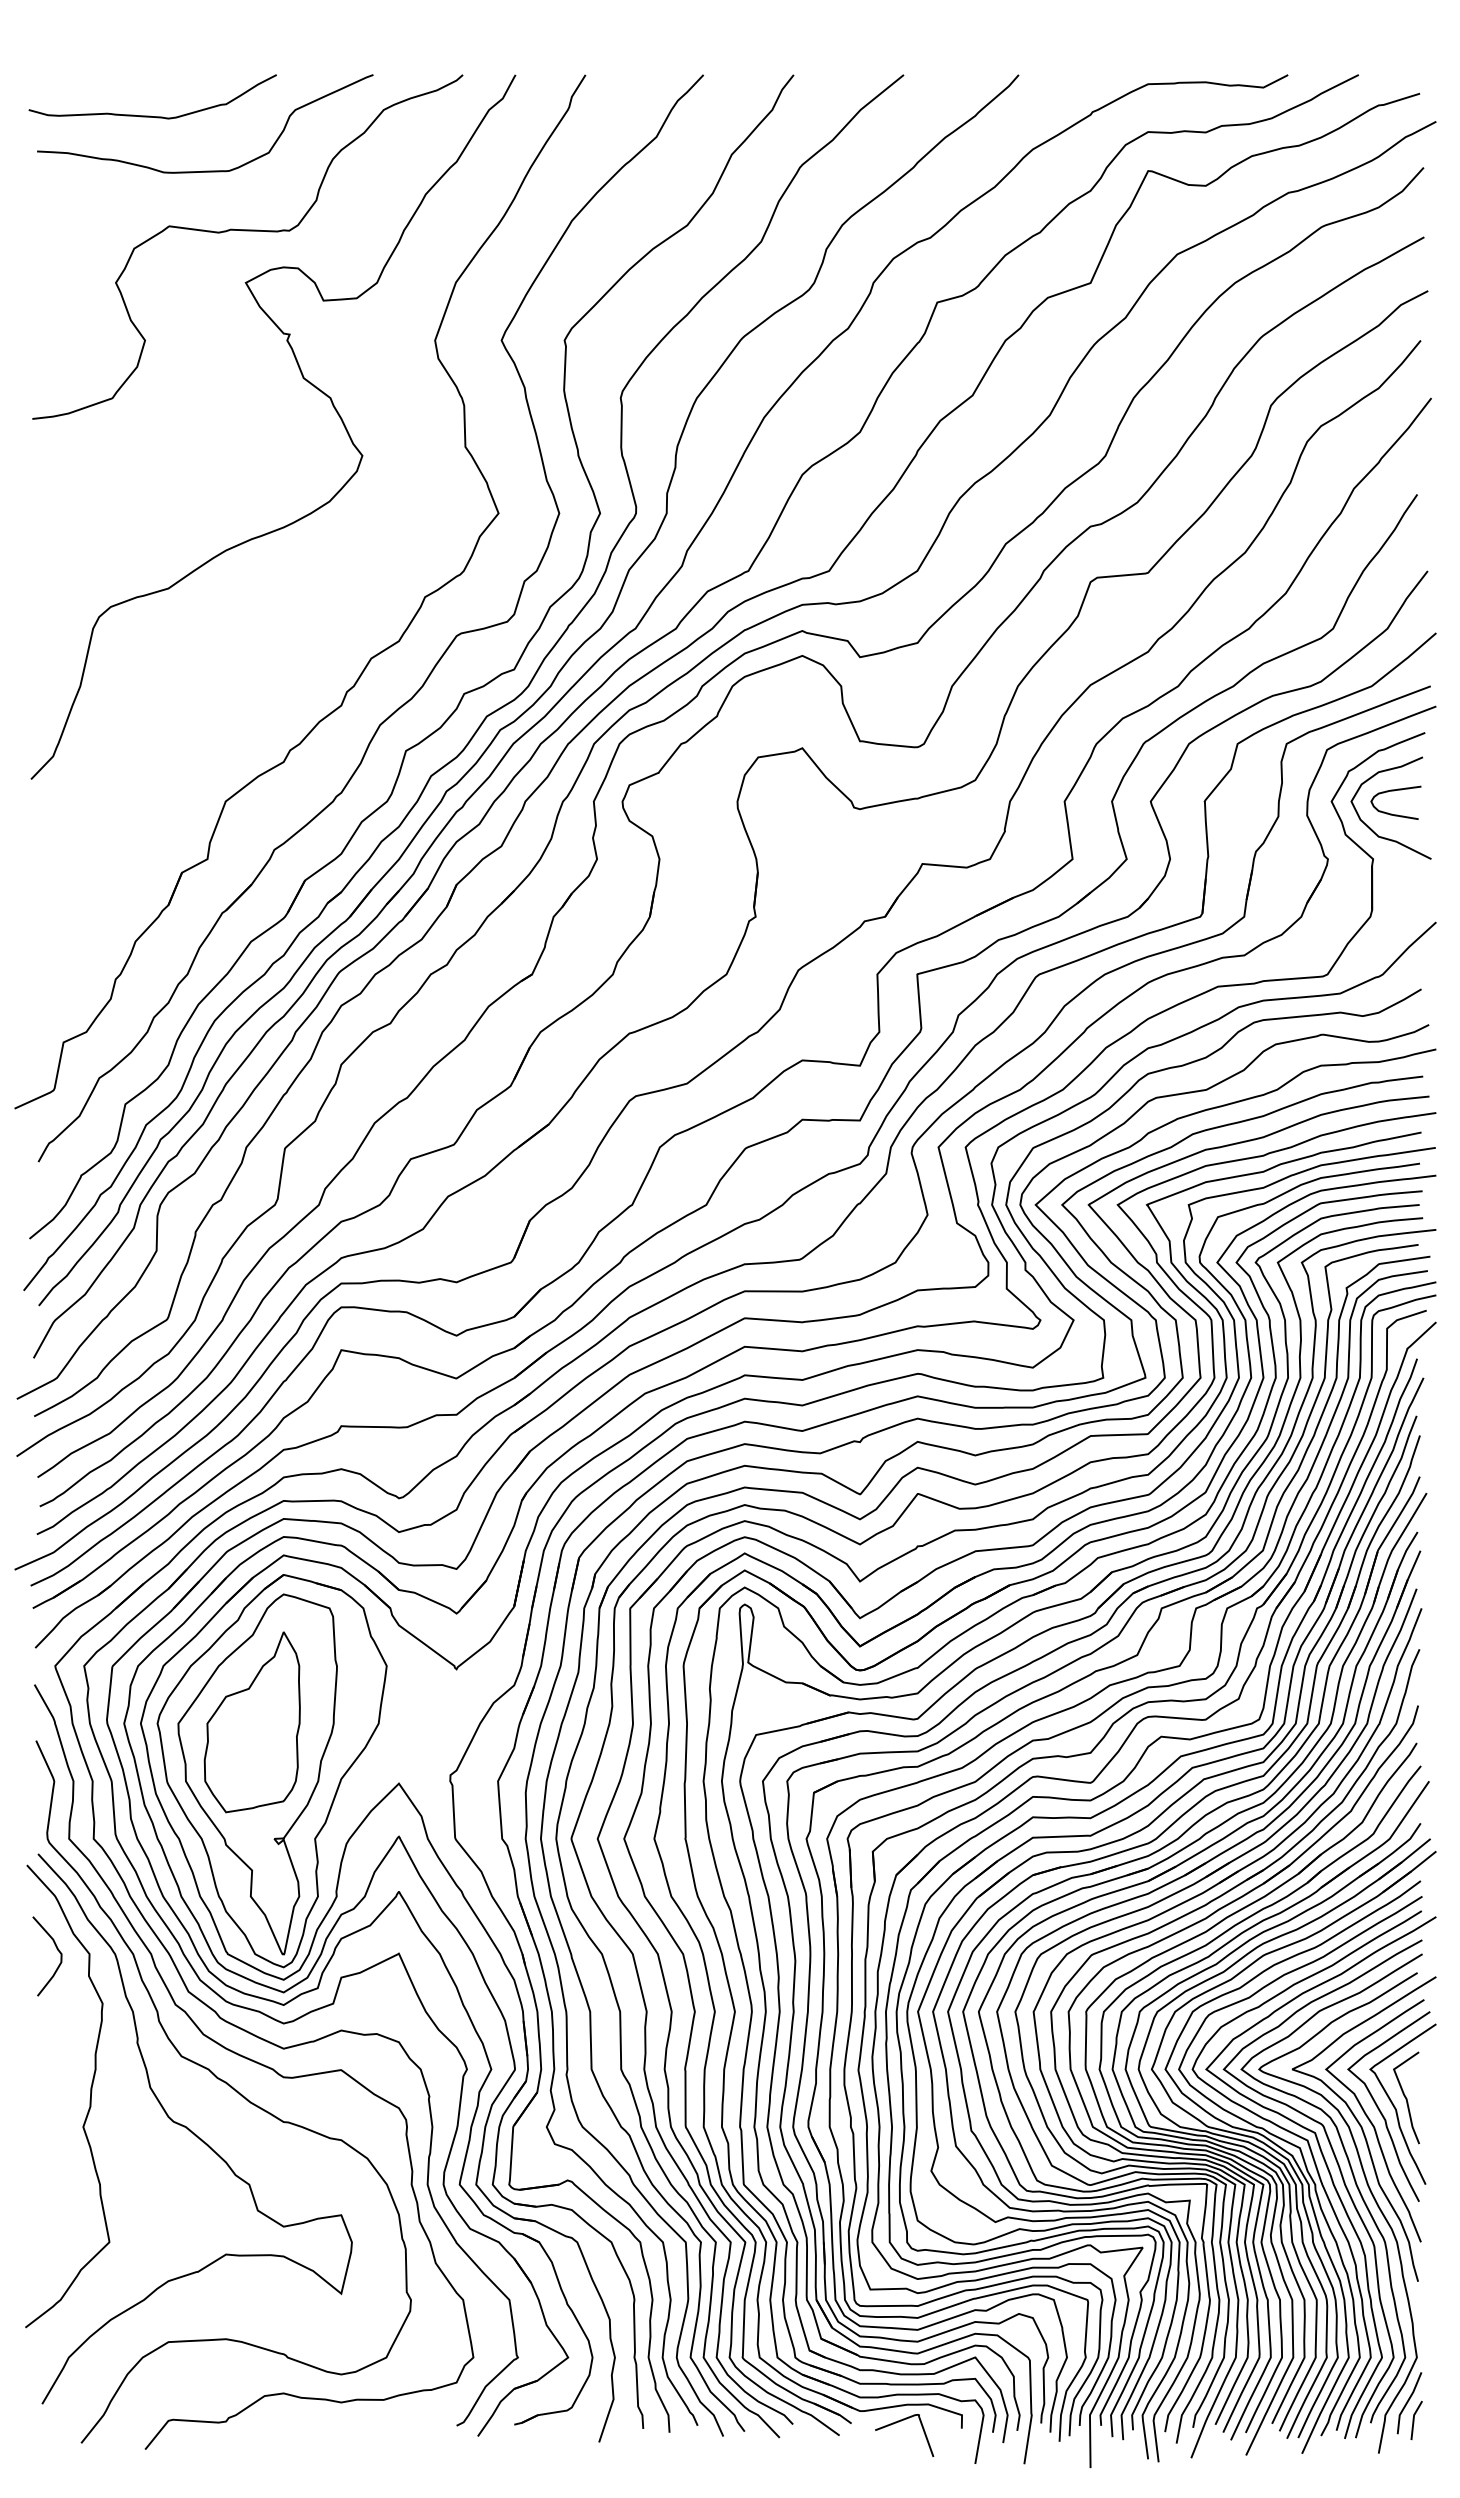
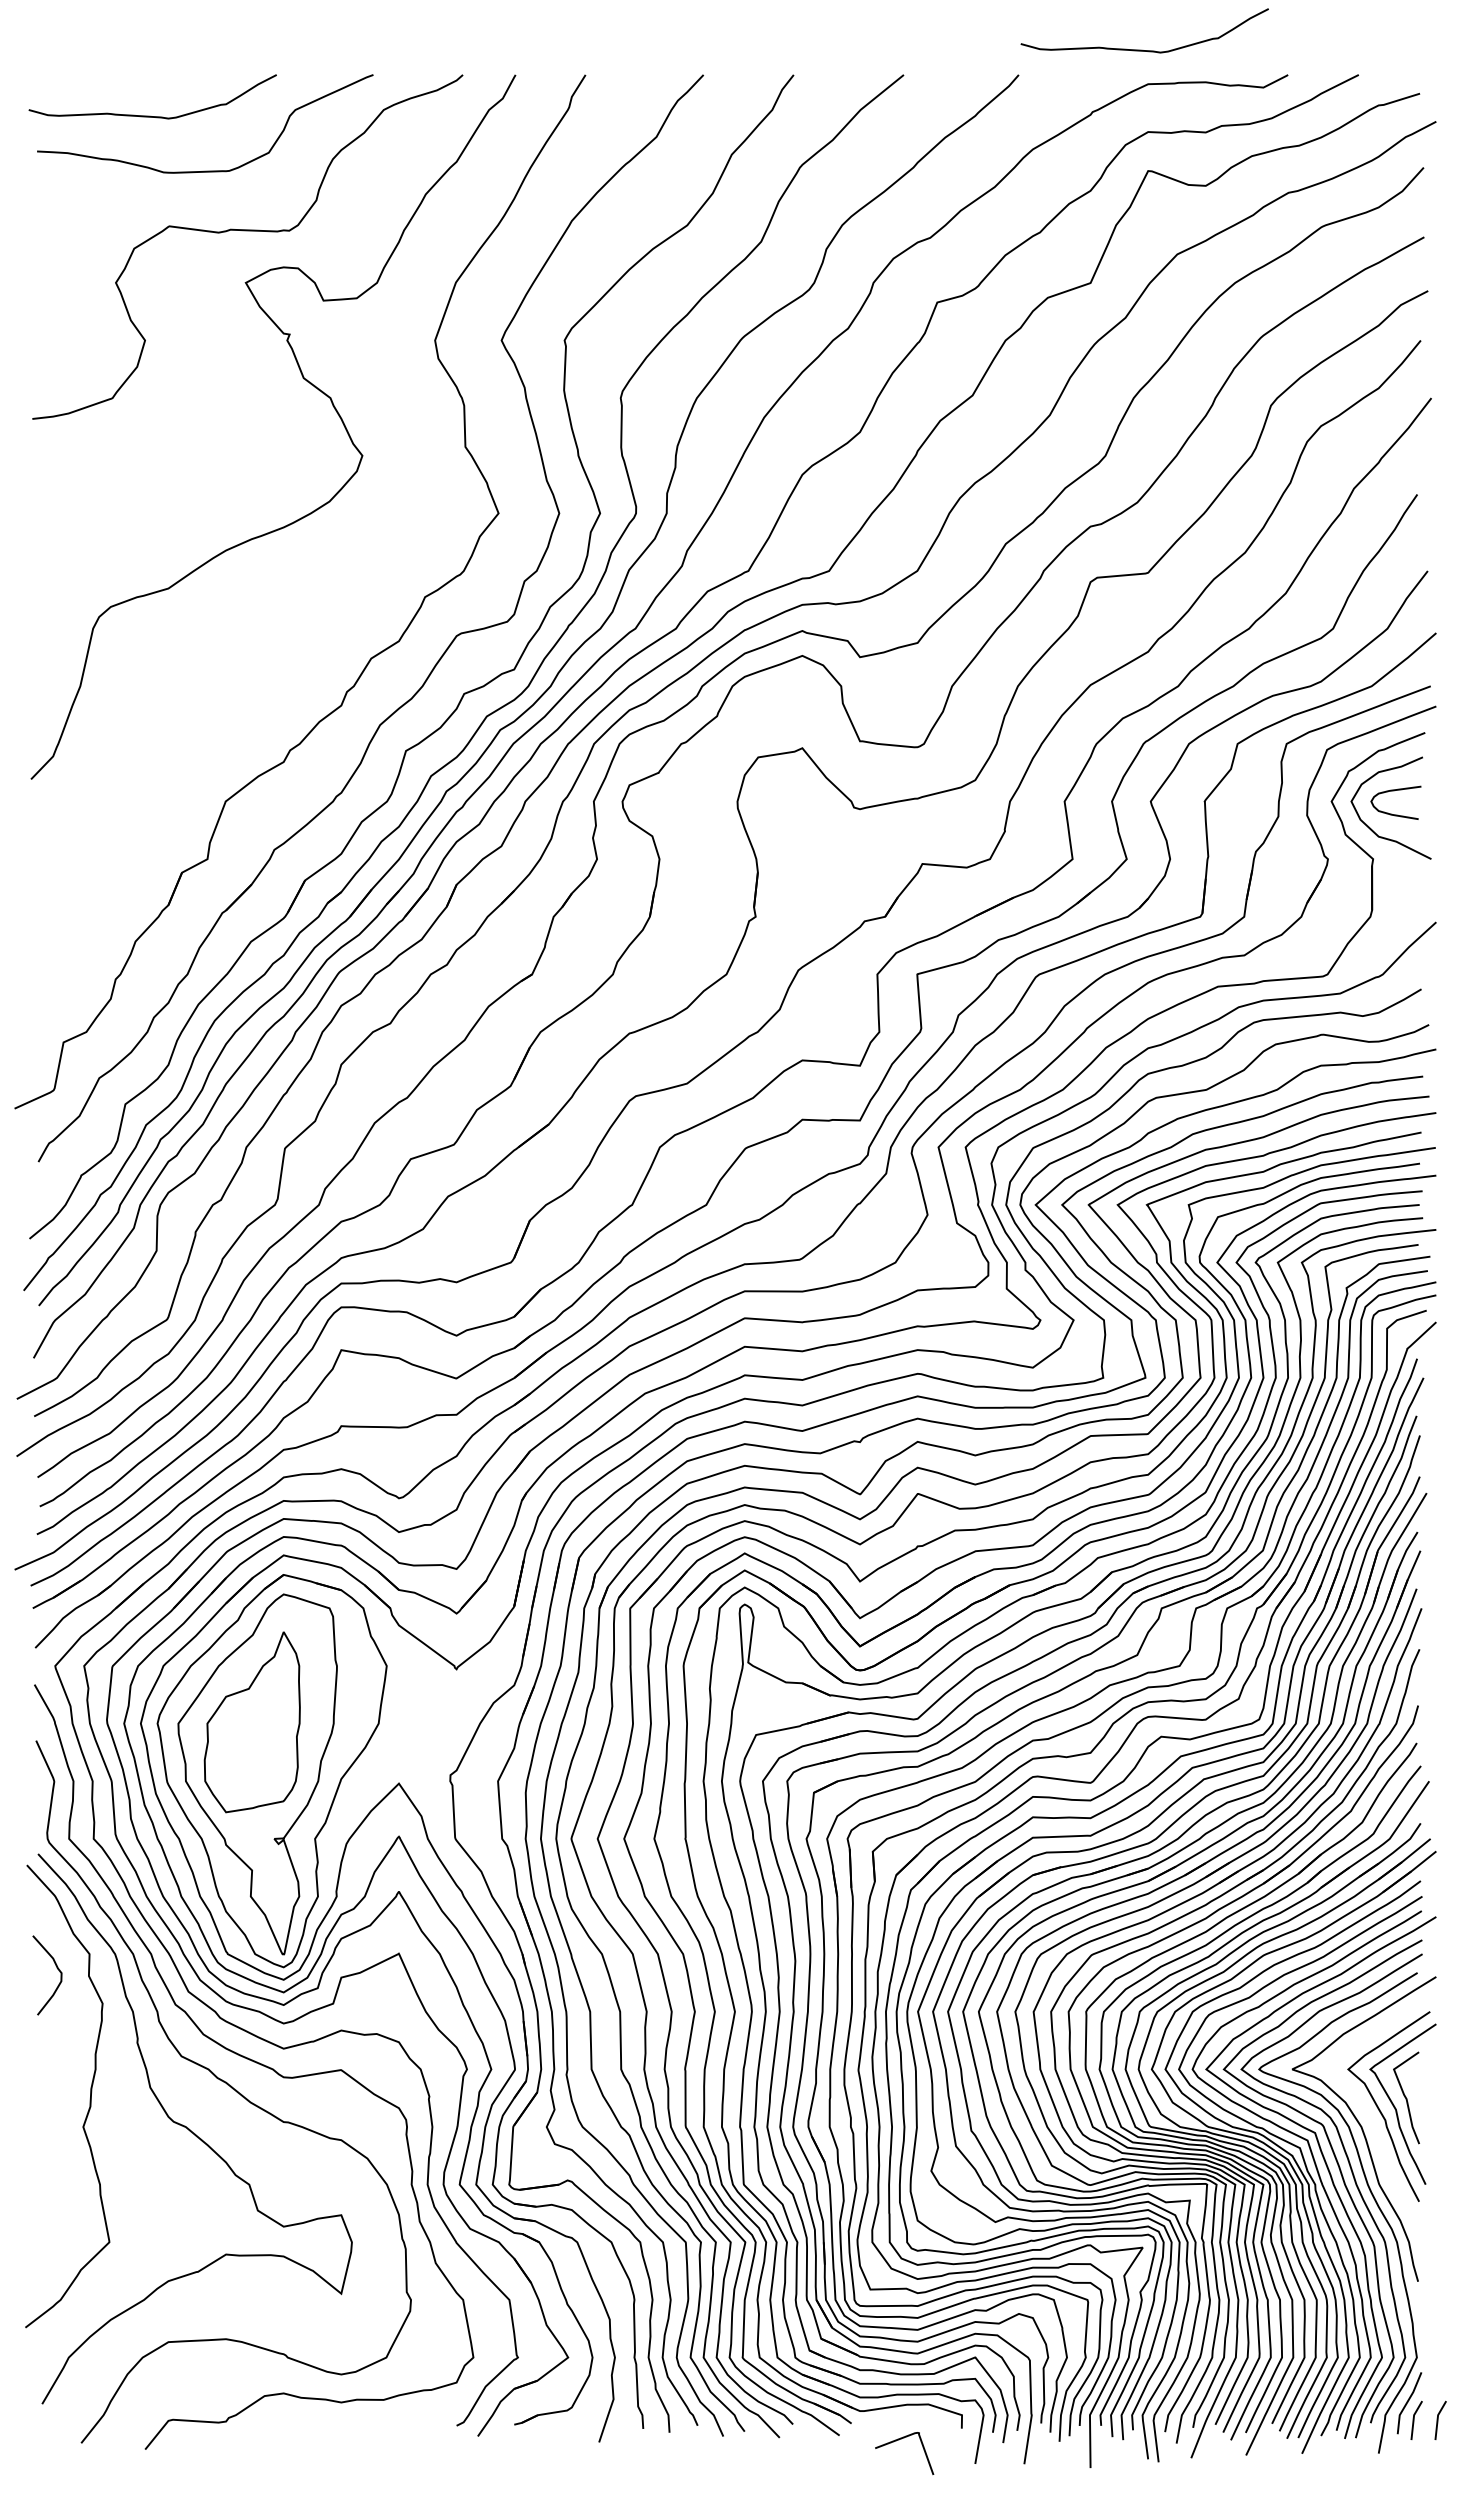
curve at (1142, 49): none -> present
curve at (56, 1949) position: (56, 1949) -> (56, 1968)
curve at (1372, 2122): present -> none
line at (1438, 2419): none -> present
curve at (899, 2422) position: (899, 2422) -> (899, 2440)
